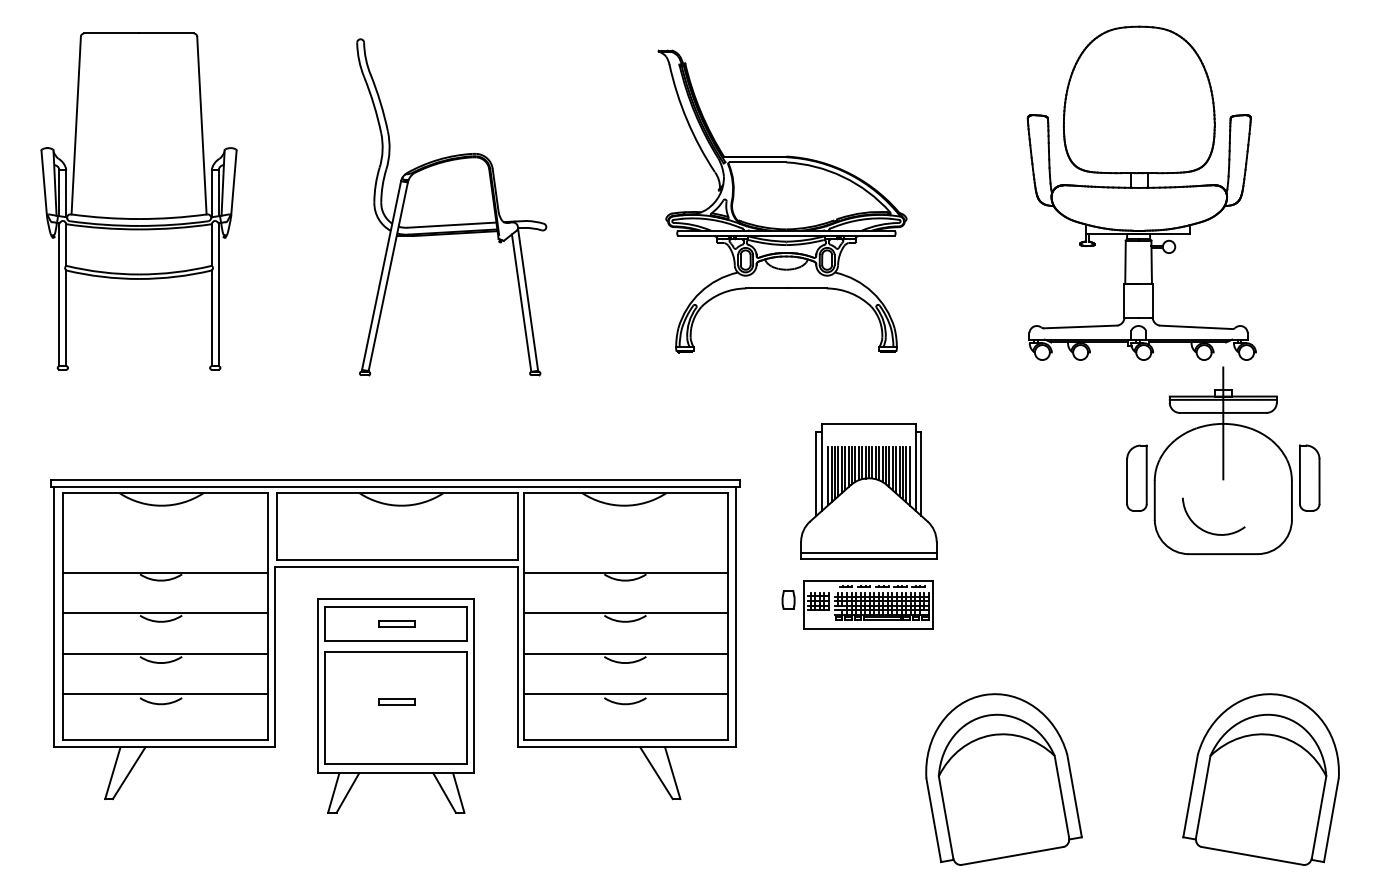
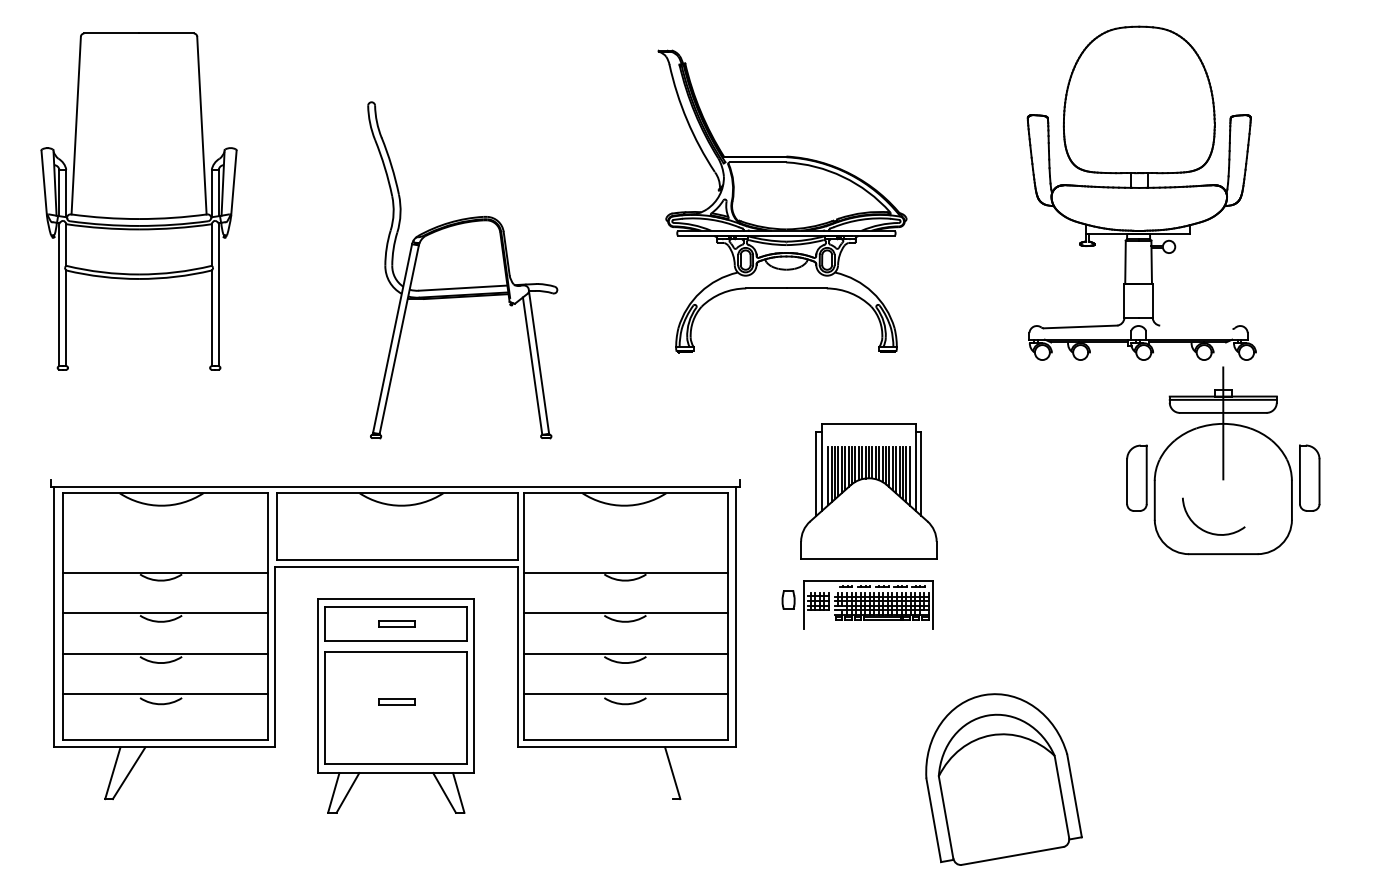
part at (451, 207) position: (451, 207) -> (462, 270)
line at (1196, 327): present -> none
line at (394, 479): present -> none
line at (868, 552): present -> none
line at (868, 628): present -> none
line at (656, 773): present -> none
part at (1260, 779): present -> none
